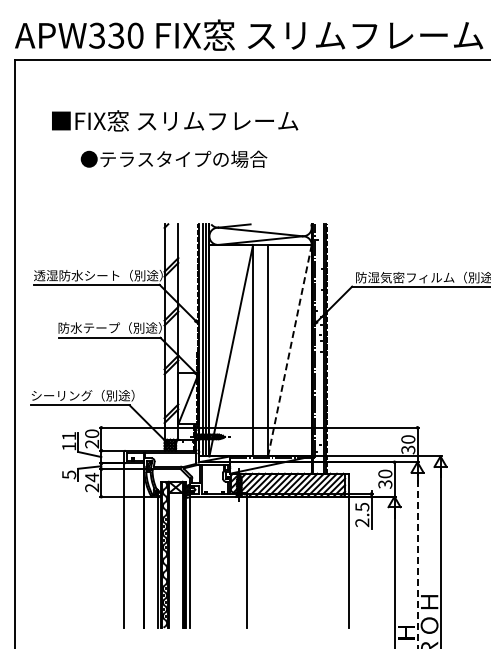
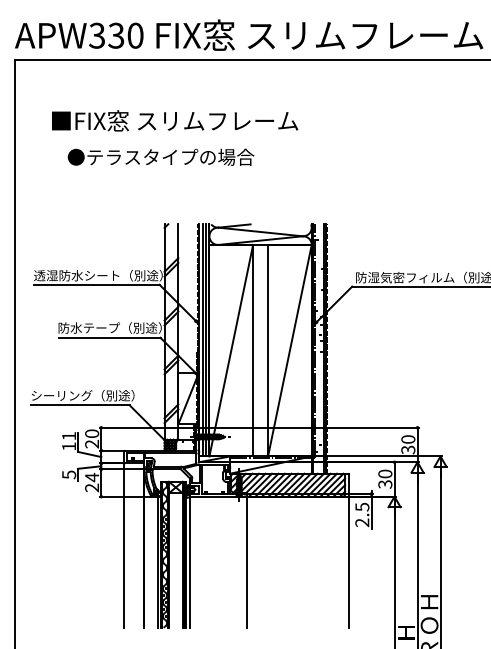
text at (173, 158) position: (173, 158) -> (160, 156)
line at (289, 351): dashed -> solid
line at (417, 561): dashed -> solid
